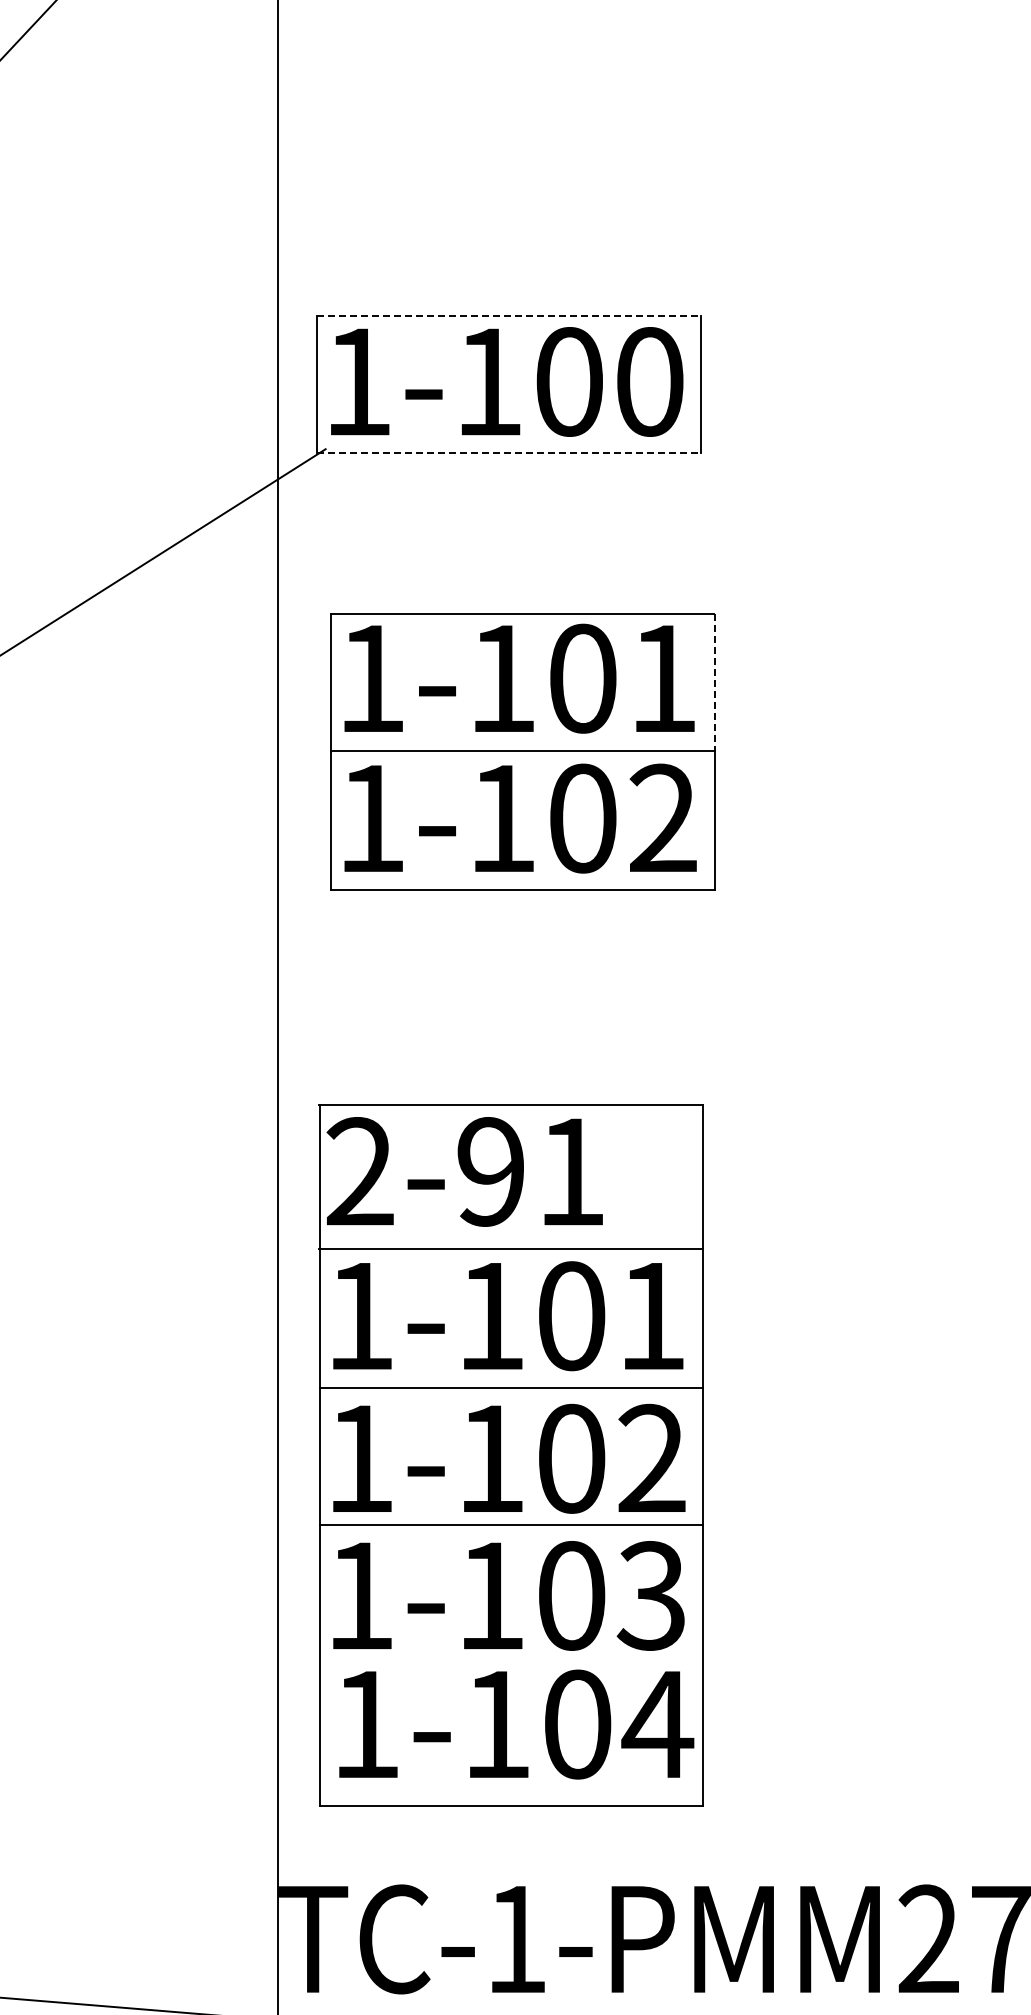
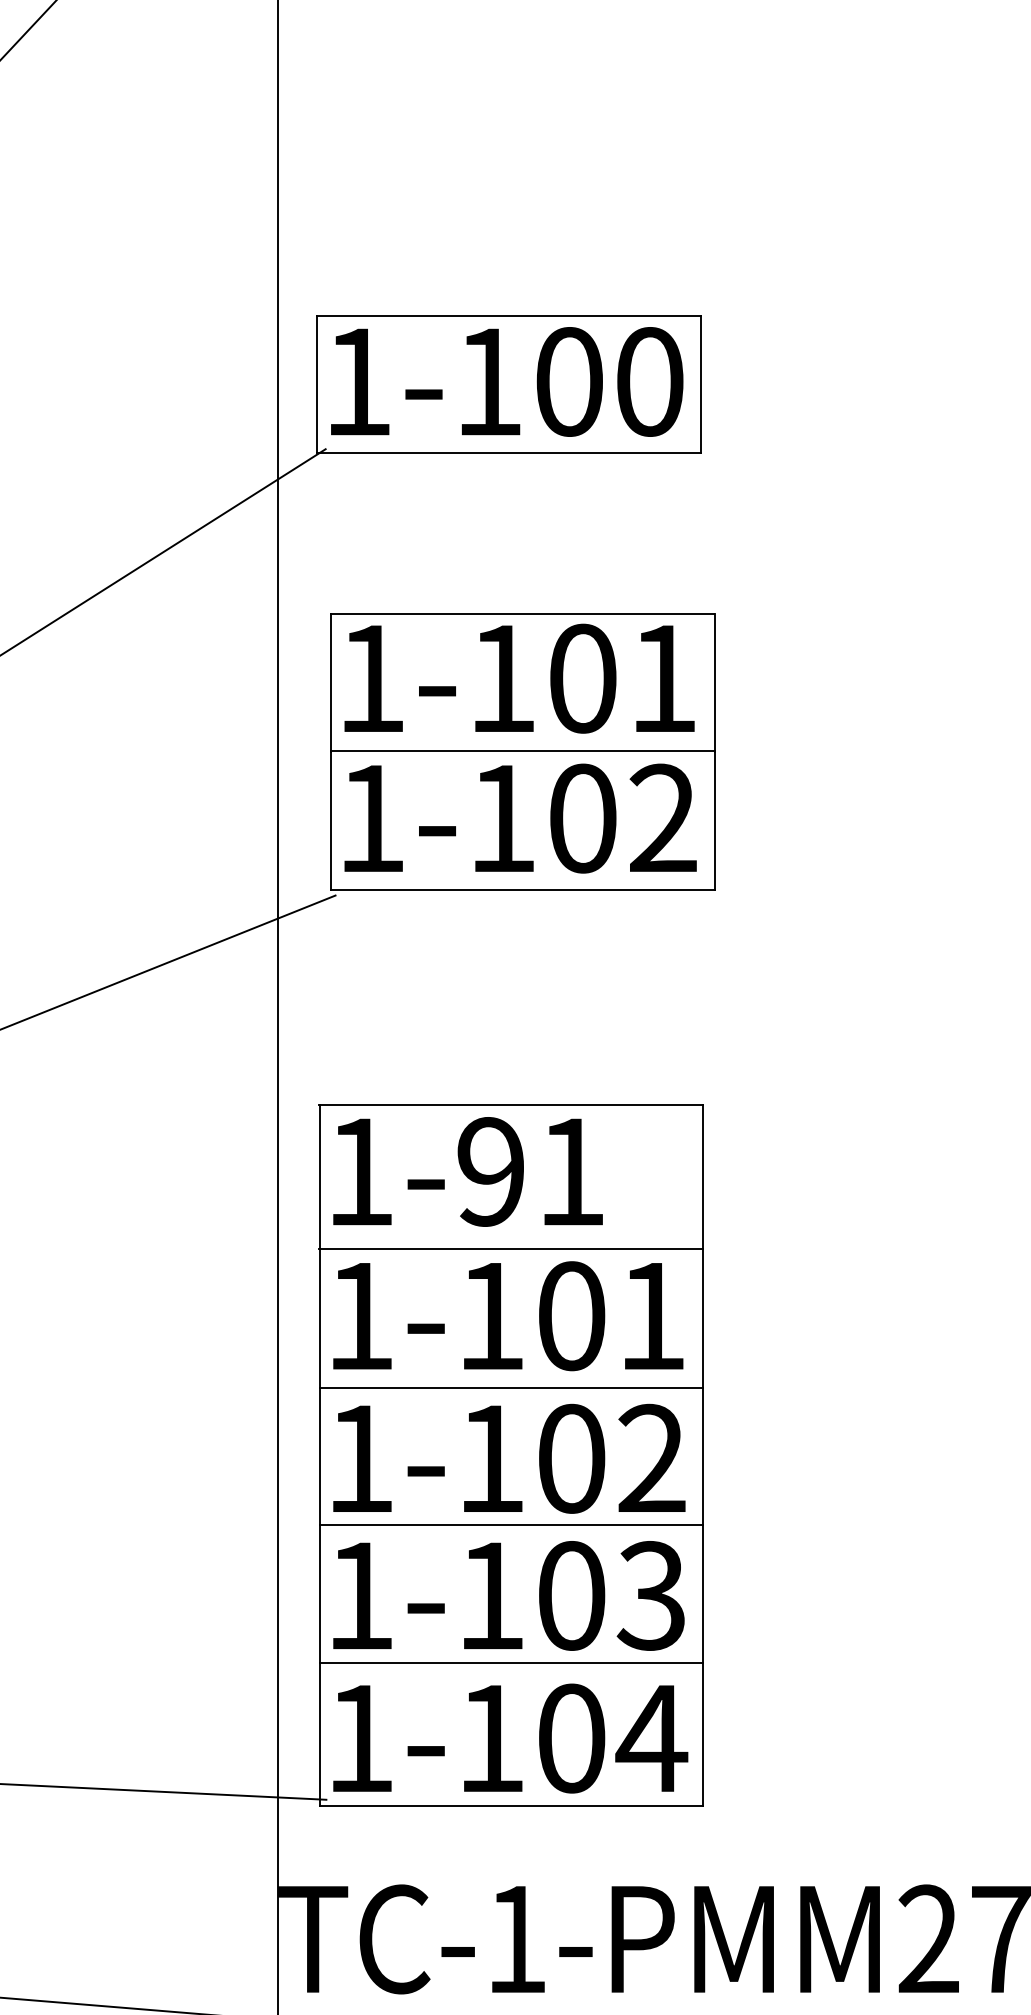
line at (509, 315): dashed -> solid
line at (509, 453): dashed -> solid
line at (714, 683): dashed -> solid
line at (168, 962): none -> present
text at (359, 1171): 2-91 -> 1-91
line at (511, 1663): none -> present
text at (516, 1724) position: (516, 1724) -> (510, 1738)
line at (164, 1791): none -> present
